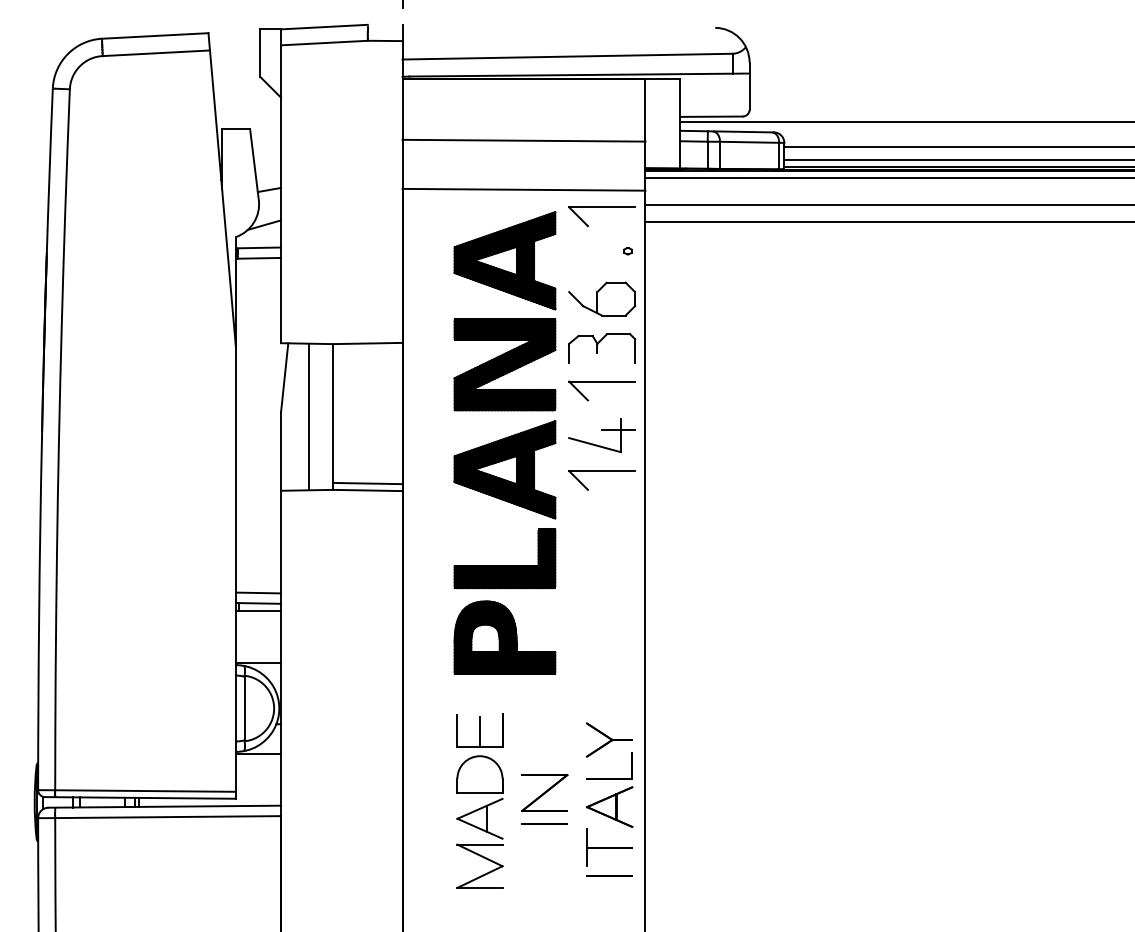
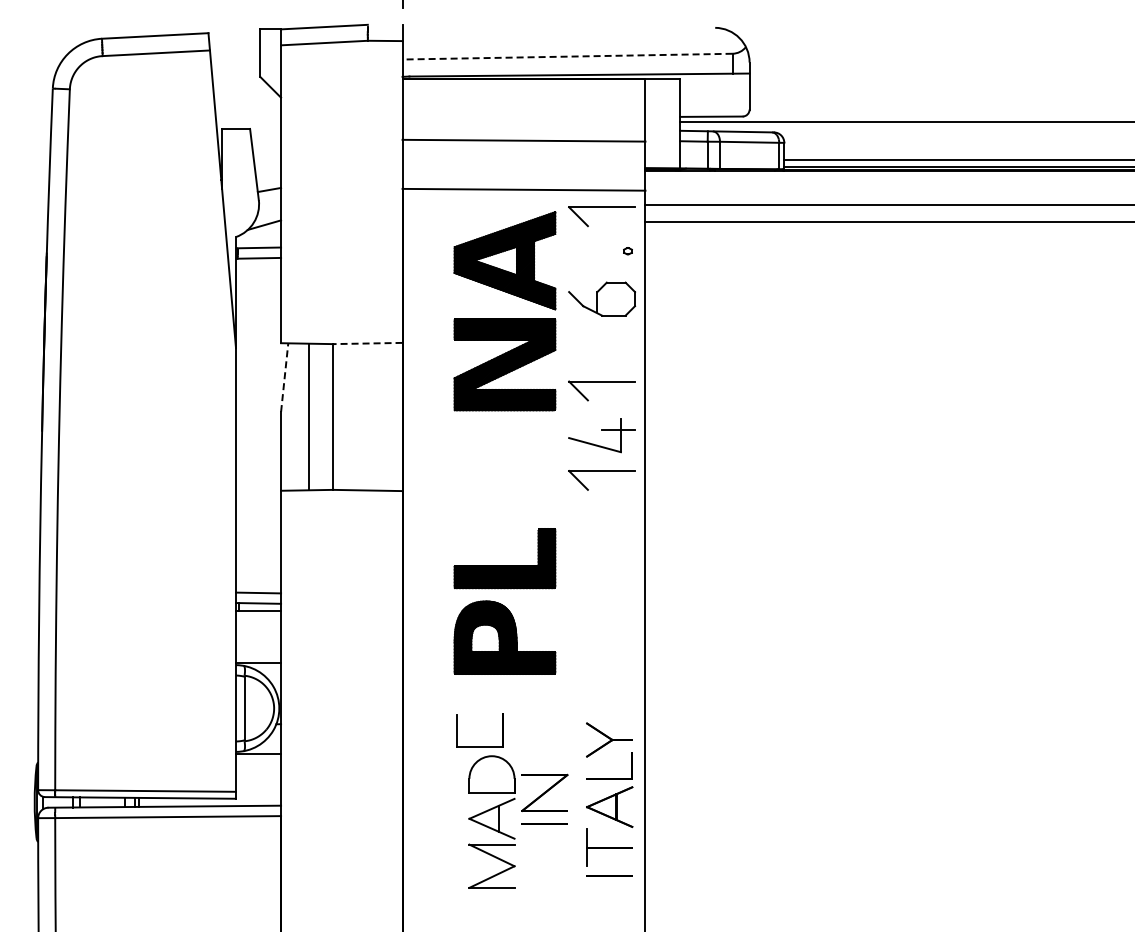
line at (567, 56): solid -> dashed
line at (957, 146): present -> none
line at (888, 177): present -> none
line at (367, 343): solid -> dashed
part at (602, 348): present -> none
line at (284, 377): solid -> dashed
part at (504, 469): present -> none
line at (367, 483): present -> none
line at (479, 731): present -> none
part at (479, 821) position: (479, 821) -> (491, 821)
